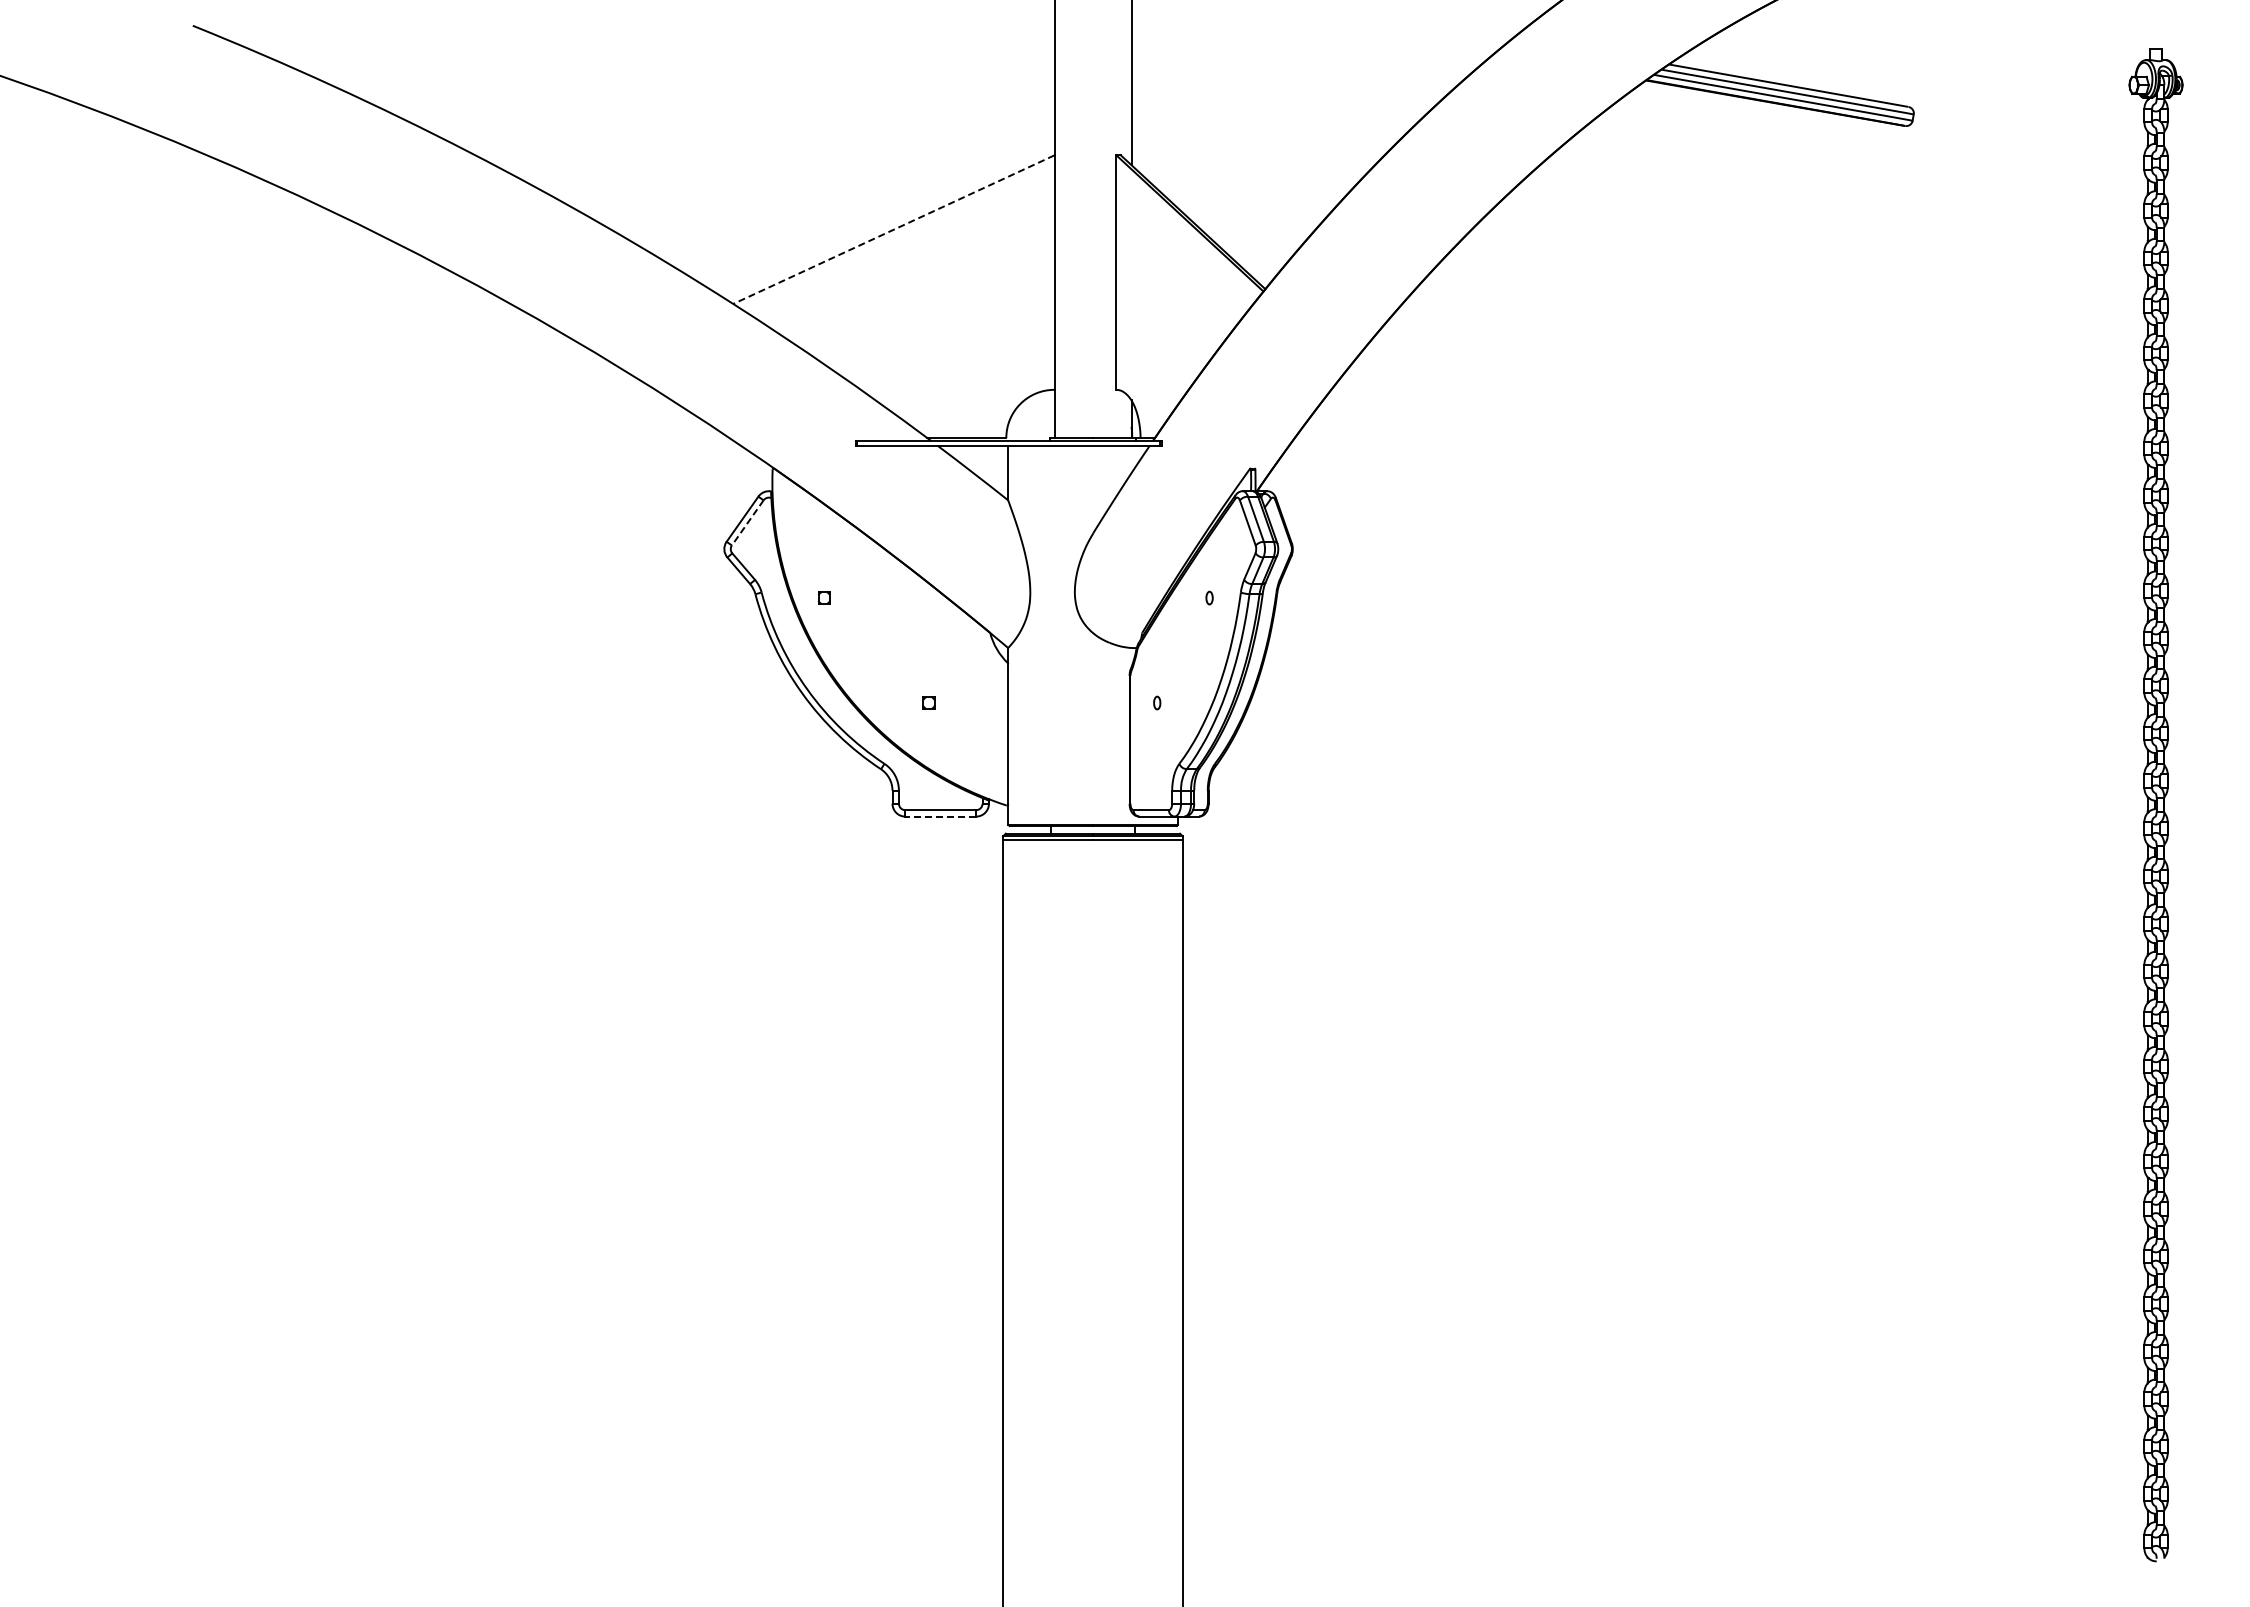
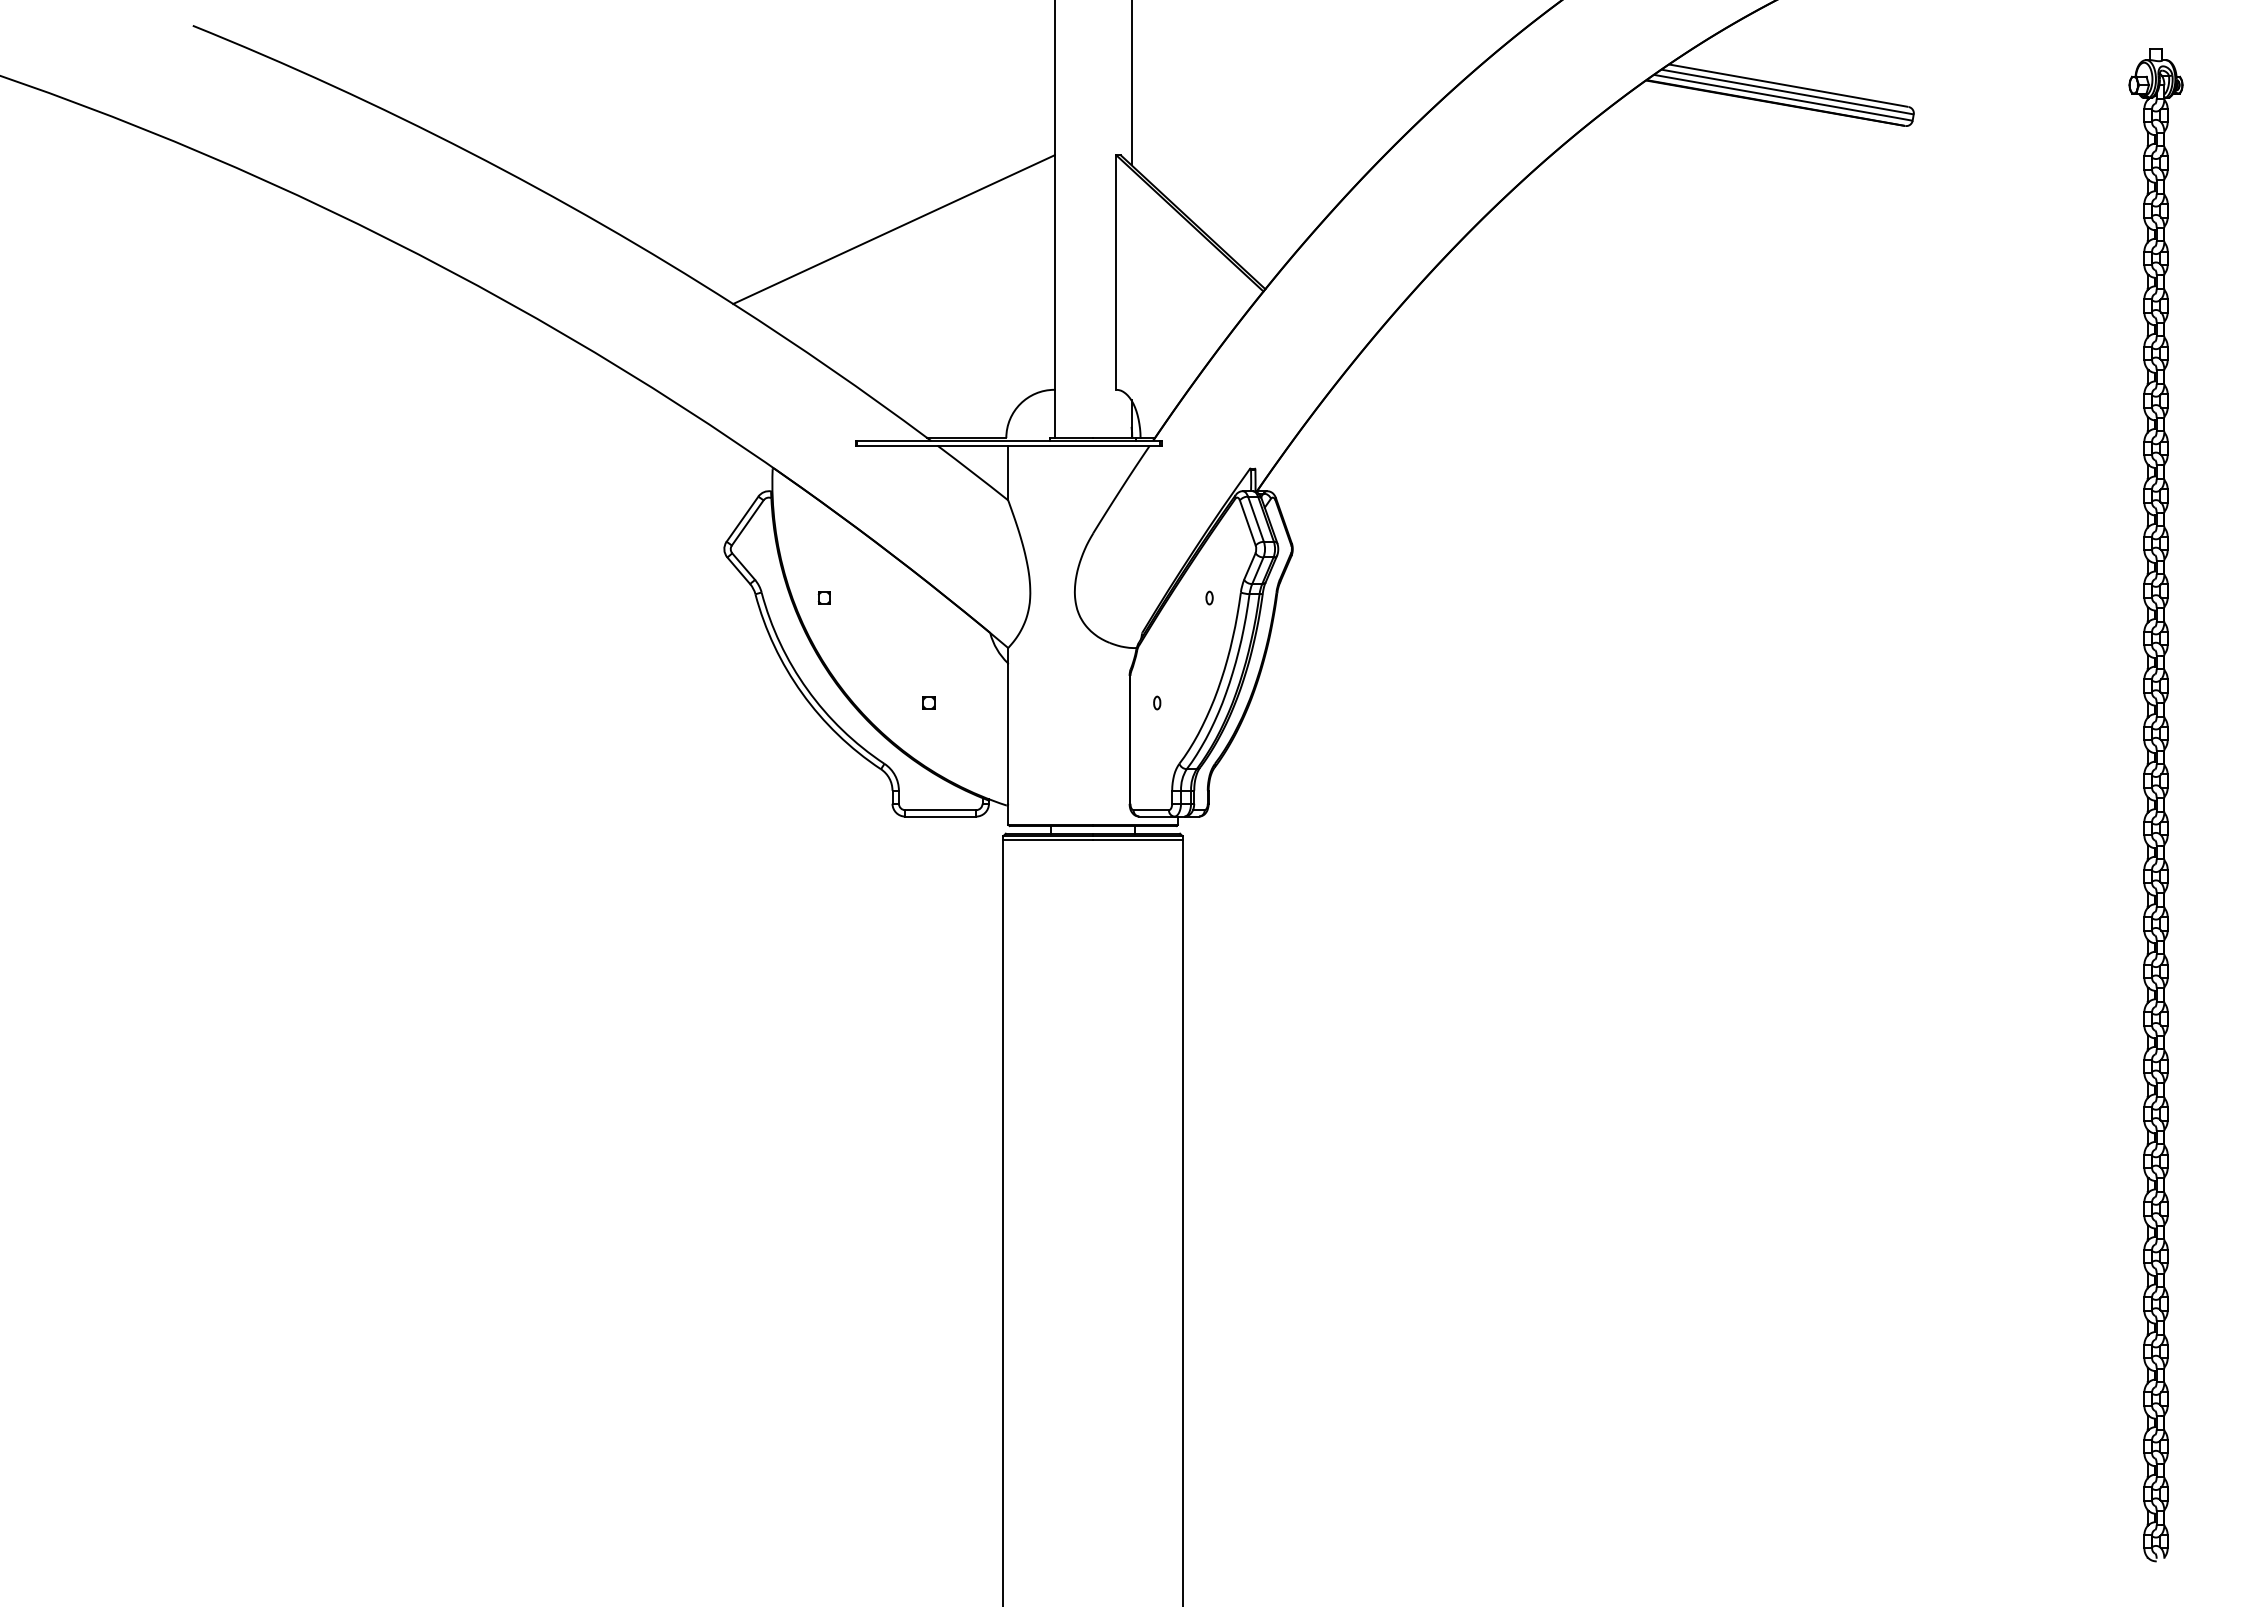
line at (893, 229): dashed -> solid
line at (747, 522): dashed -> solid
line at (940, 816): dashed -> solid
